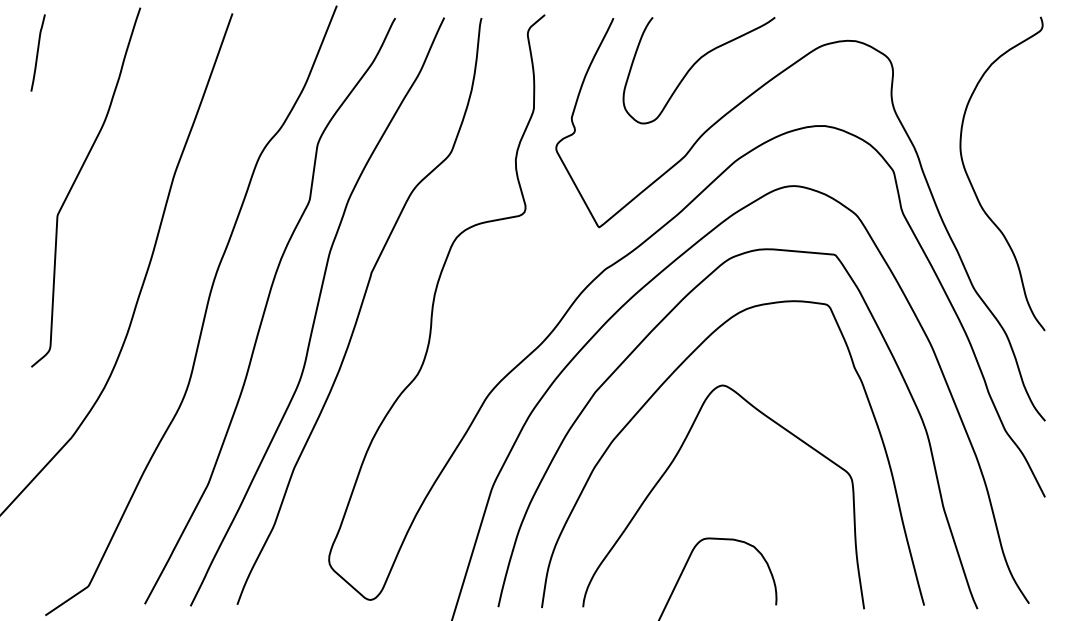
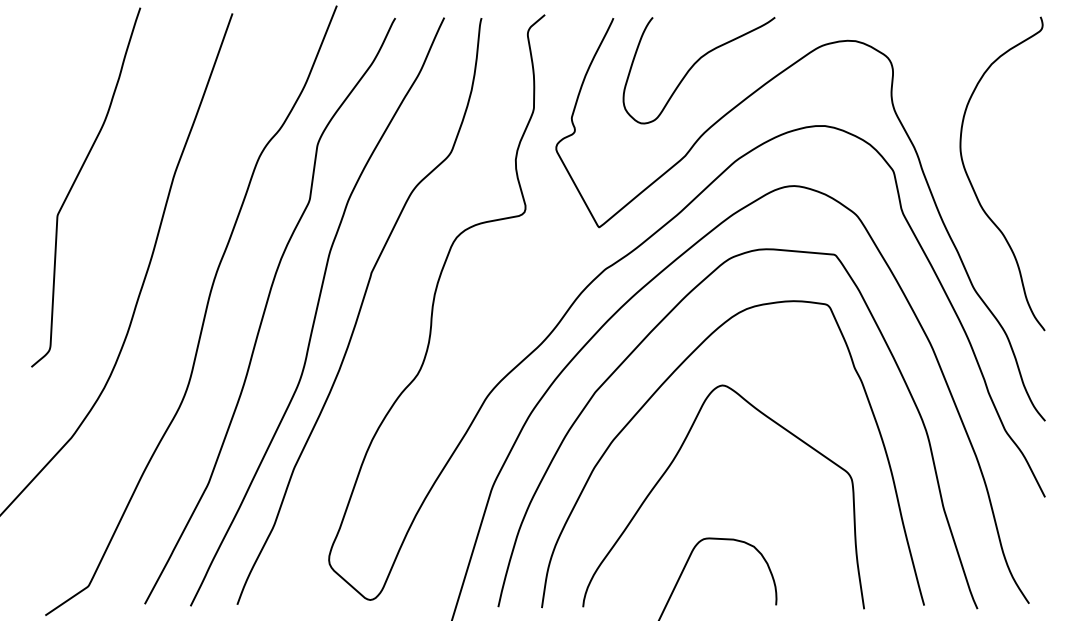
curve at (37, 52): present -> none
